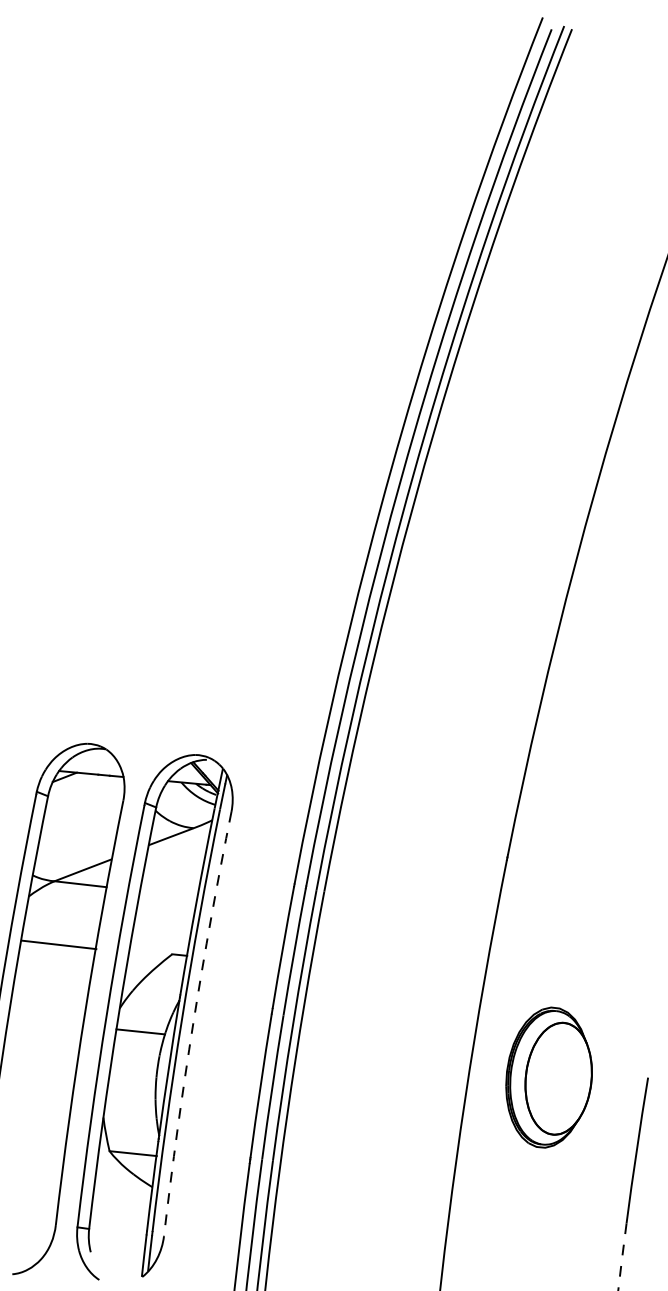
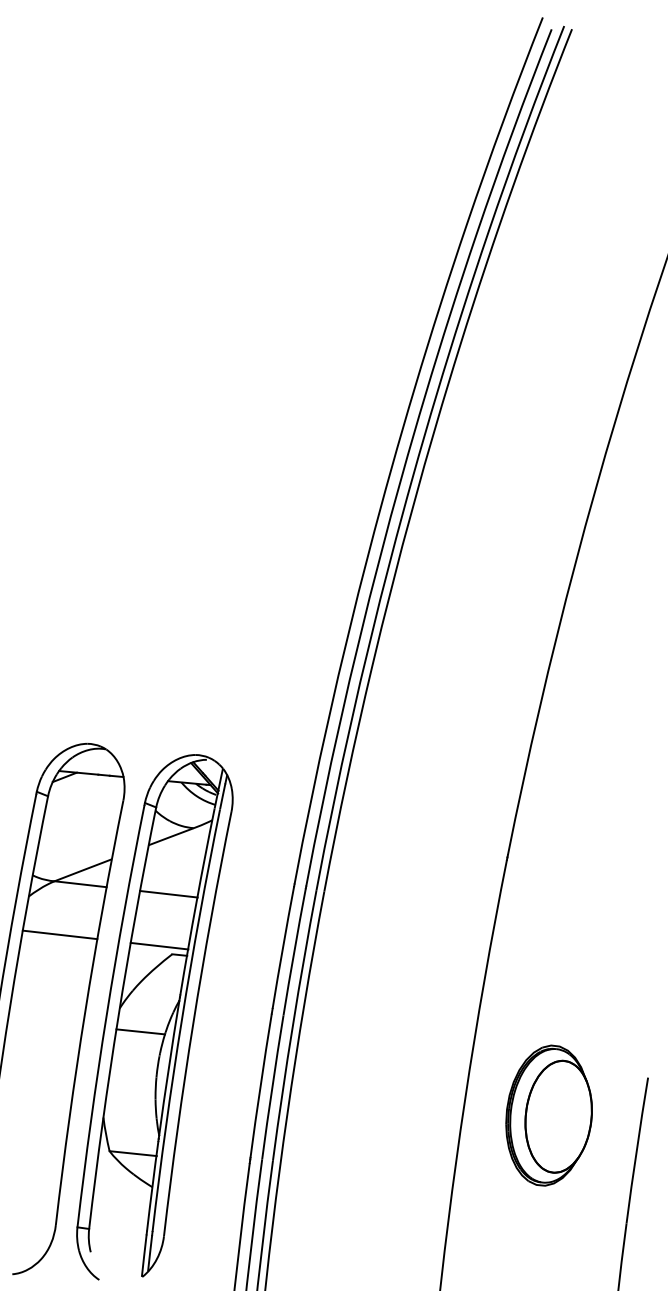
line at (168, 893): none -> present
line at (58, 944) position: (58, 944) -> (59, 934)
line at (159, 945): none -> present
arc at (193, 1023): dashed -> solid
part at (548, 1077) position: (548, 1077) -> (548, 1115)
arc at (622, 1257): dashed -> solid
